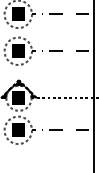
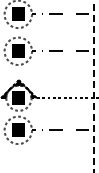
line at (94, 86): solid -> dashed
